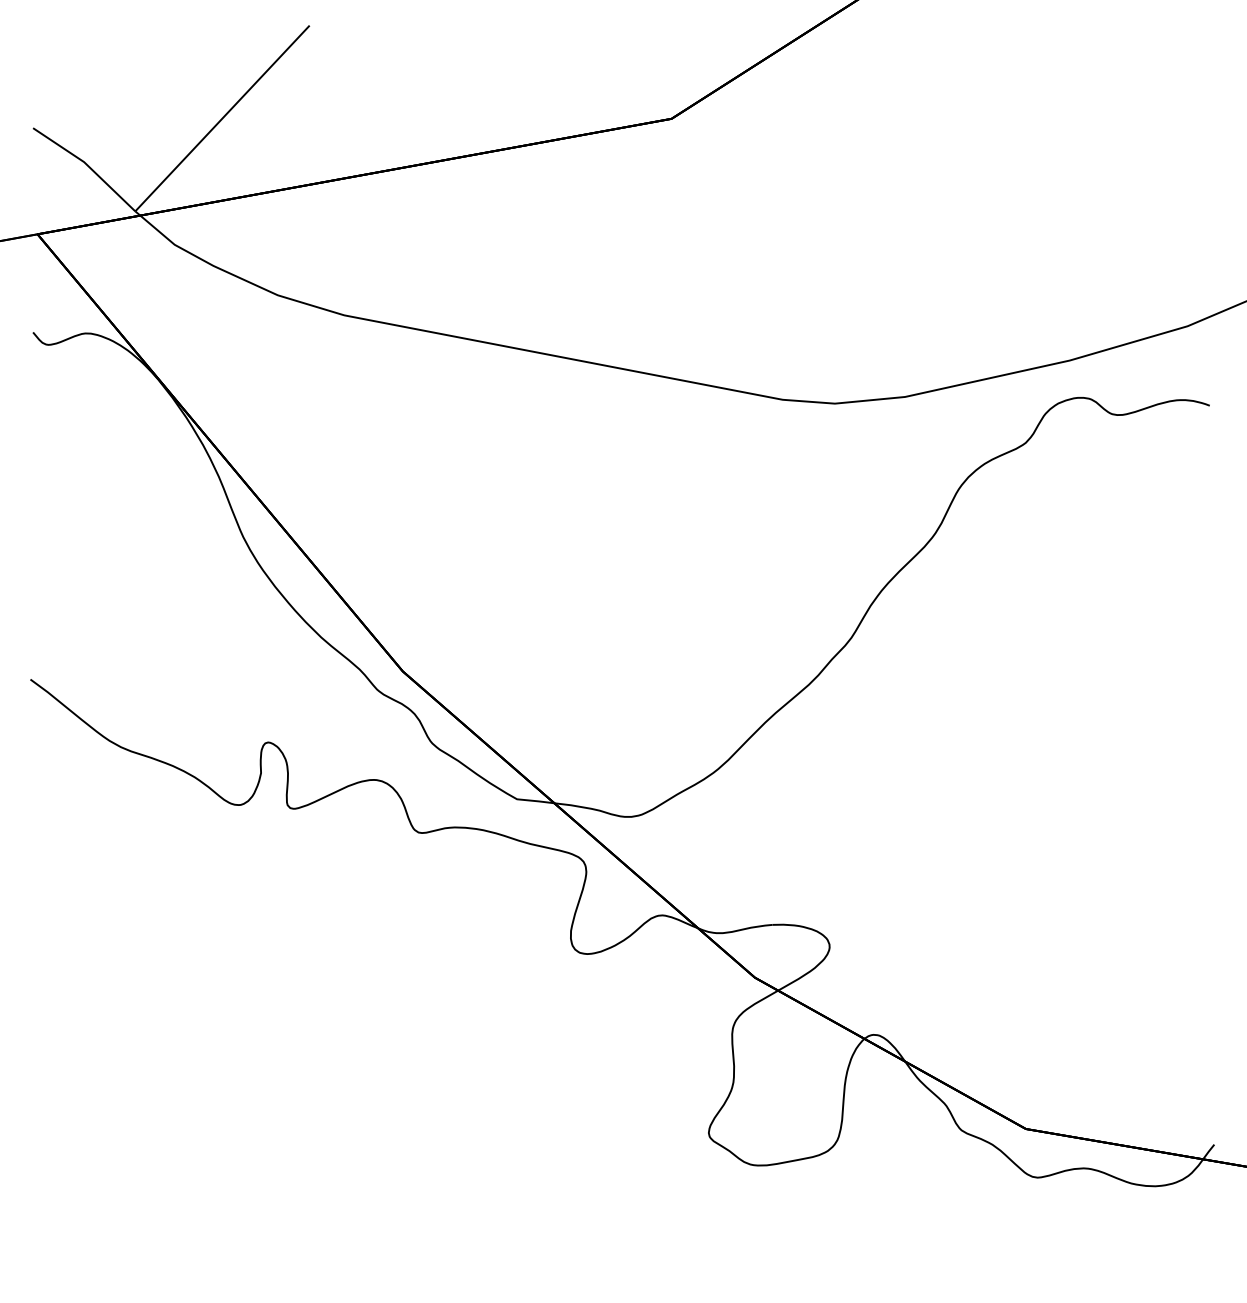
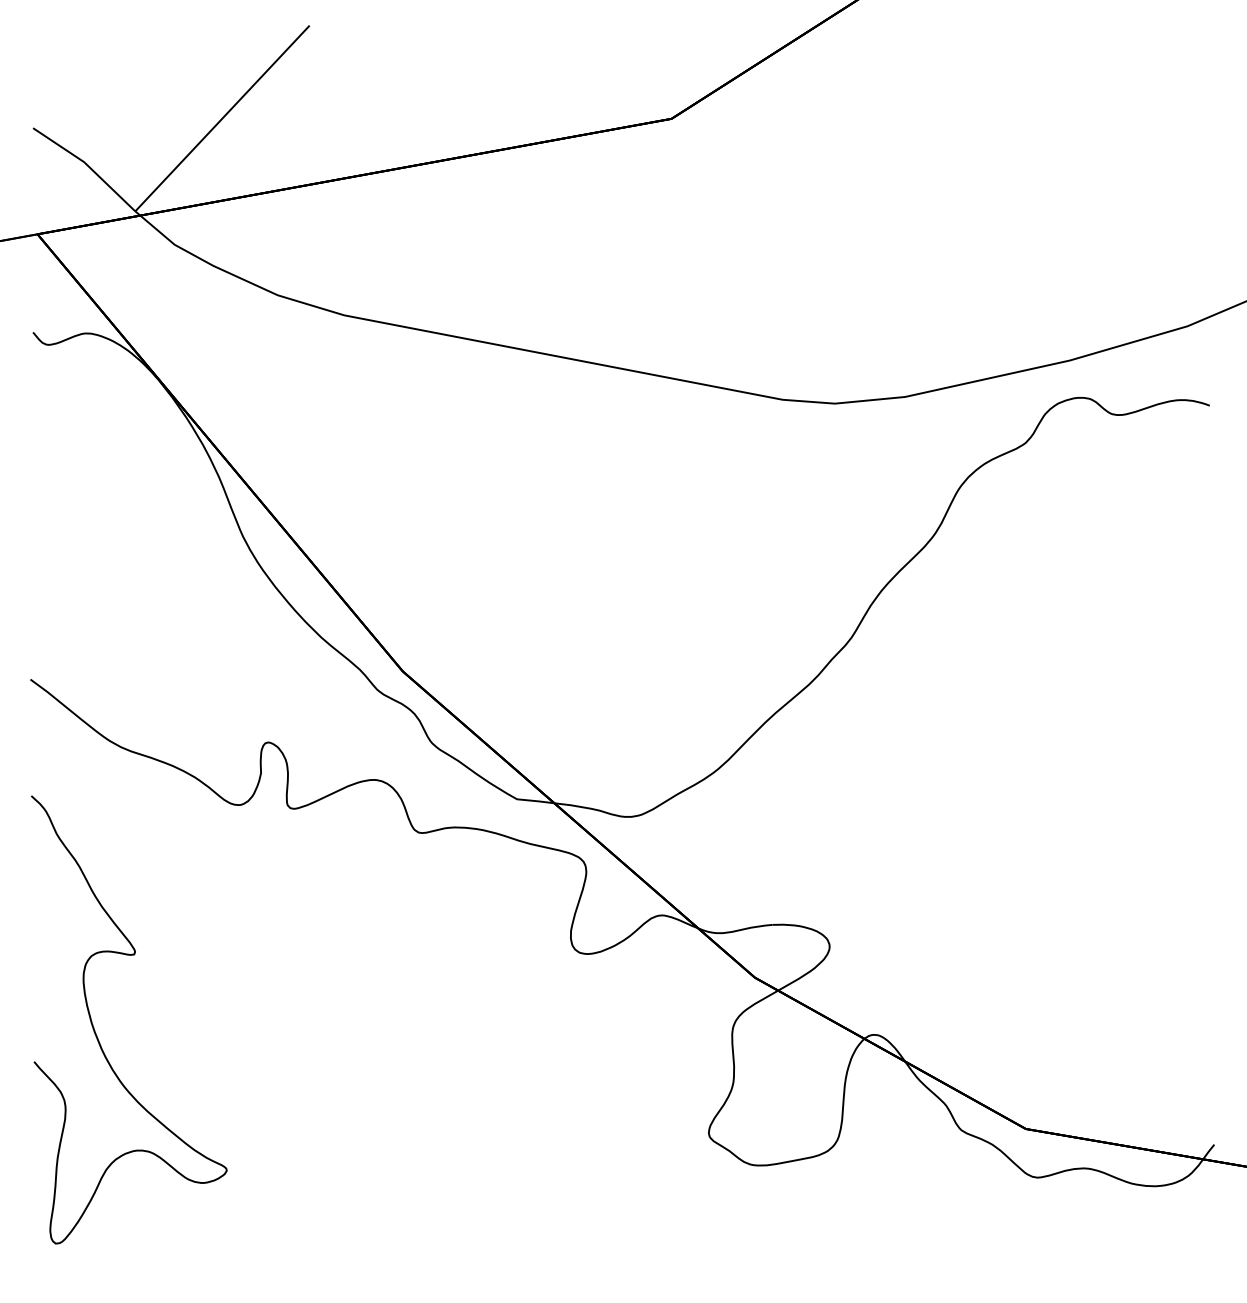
curve at (95, 1030): none -> present
